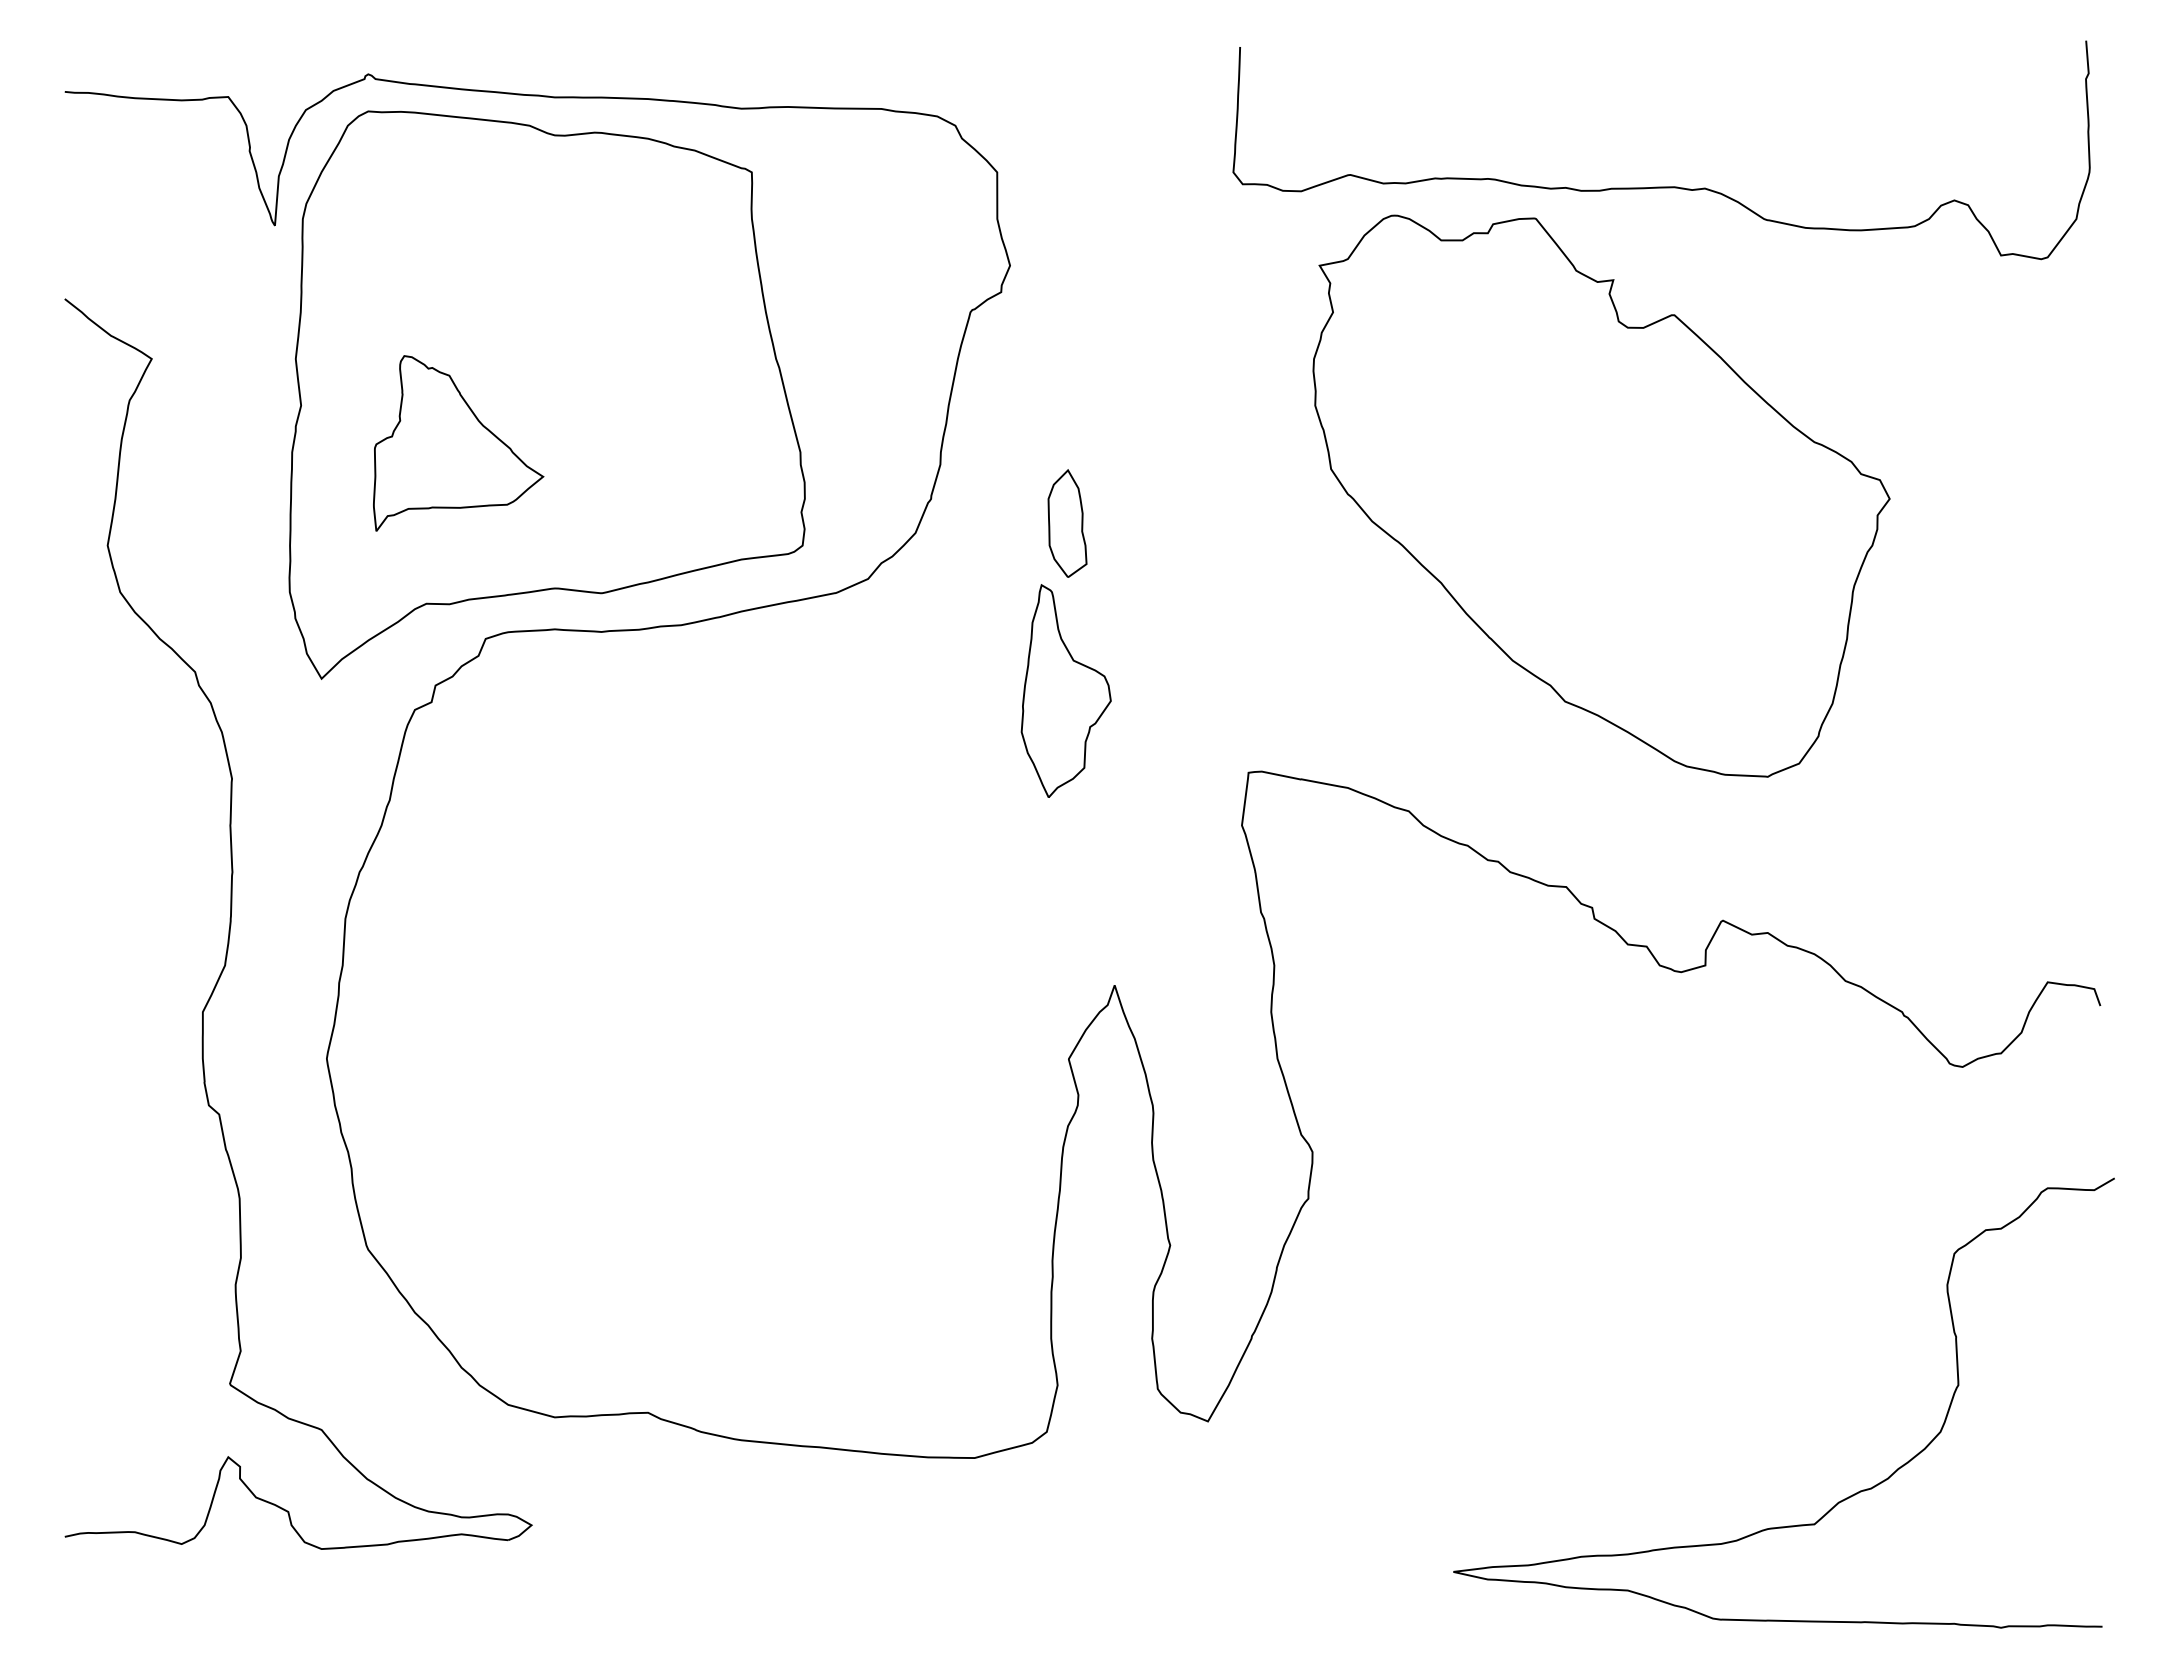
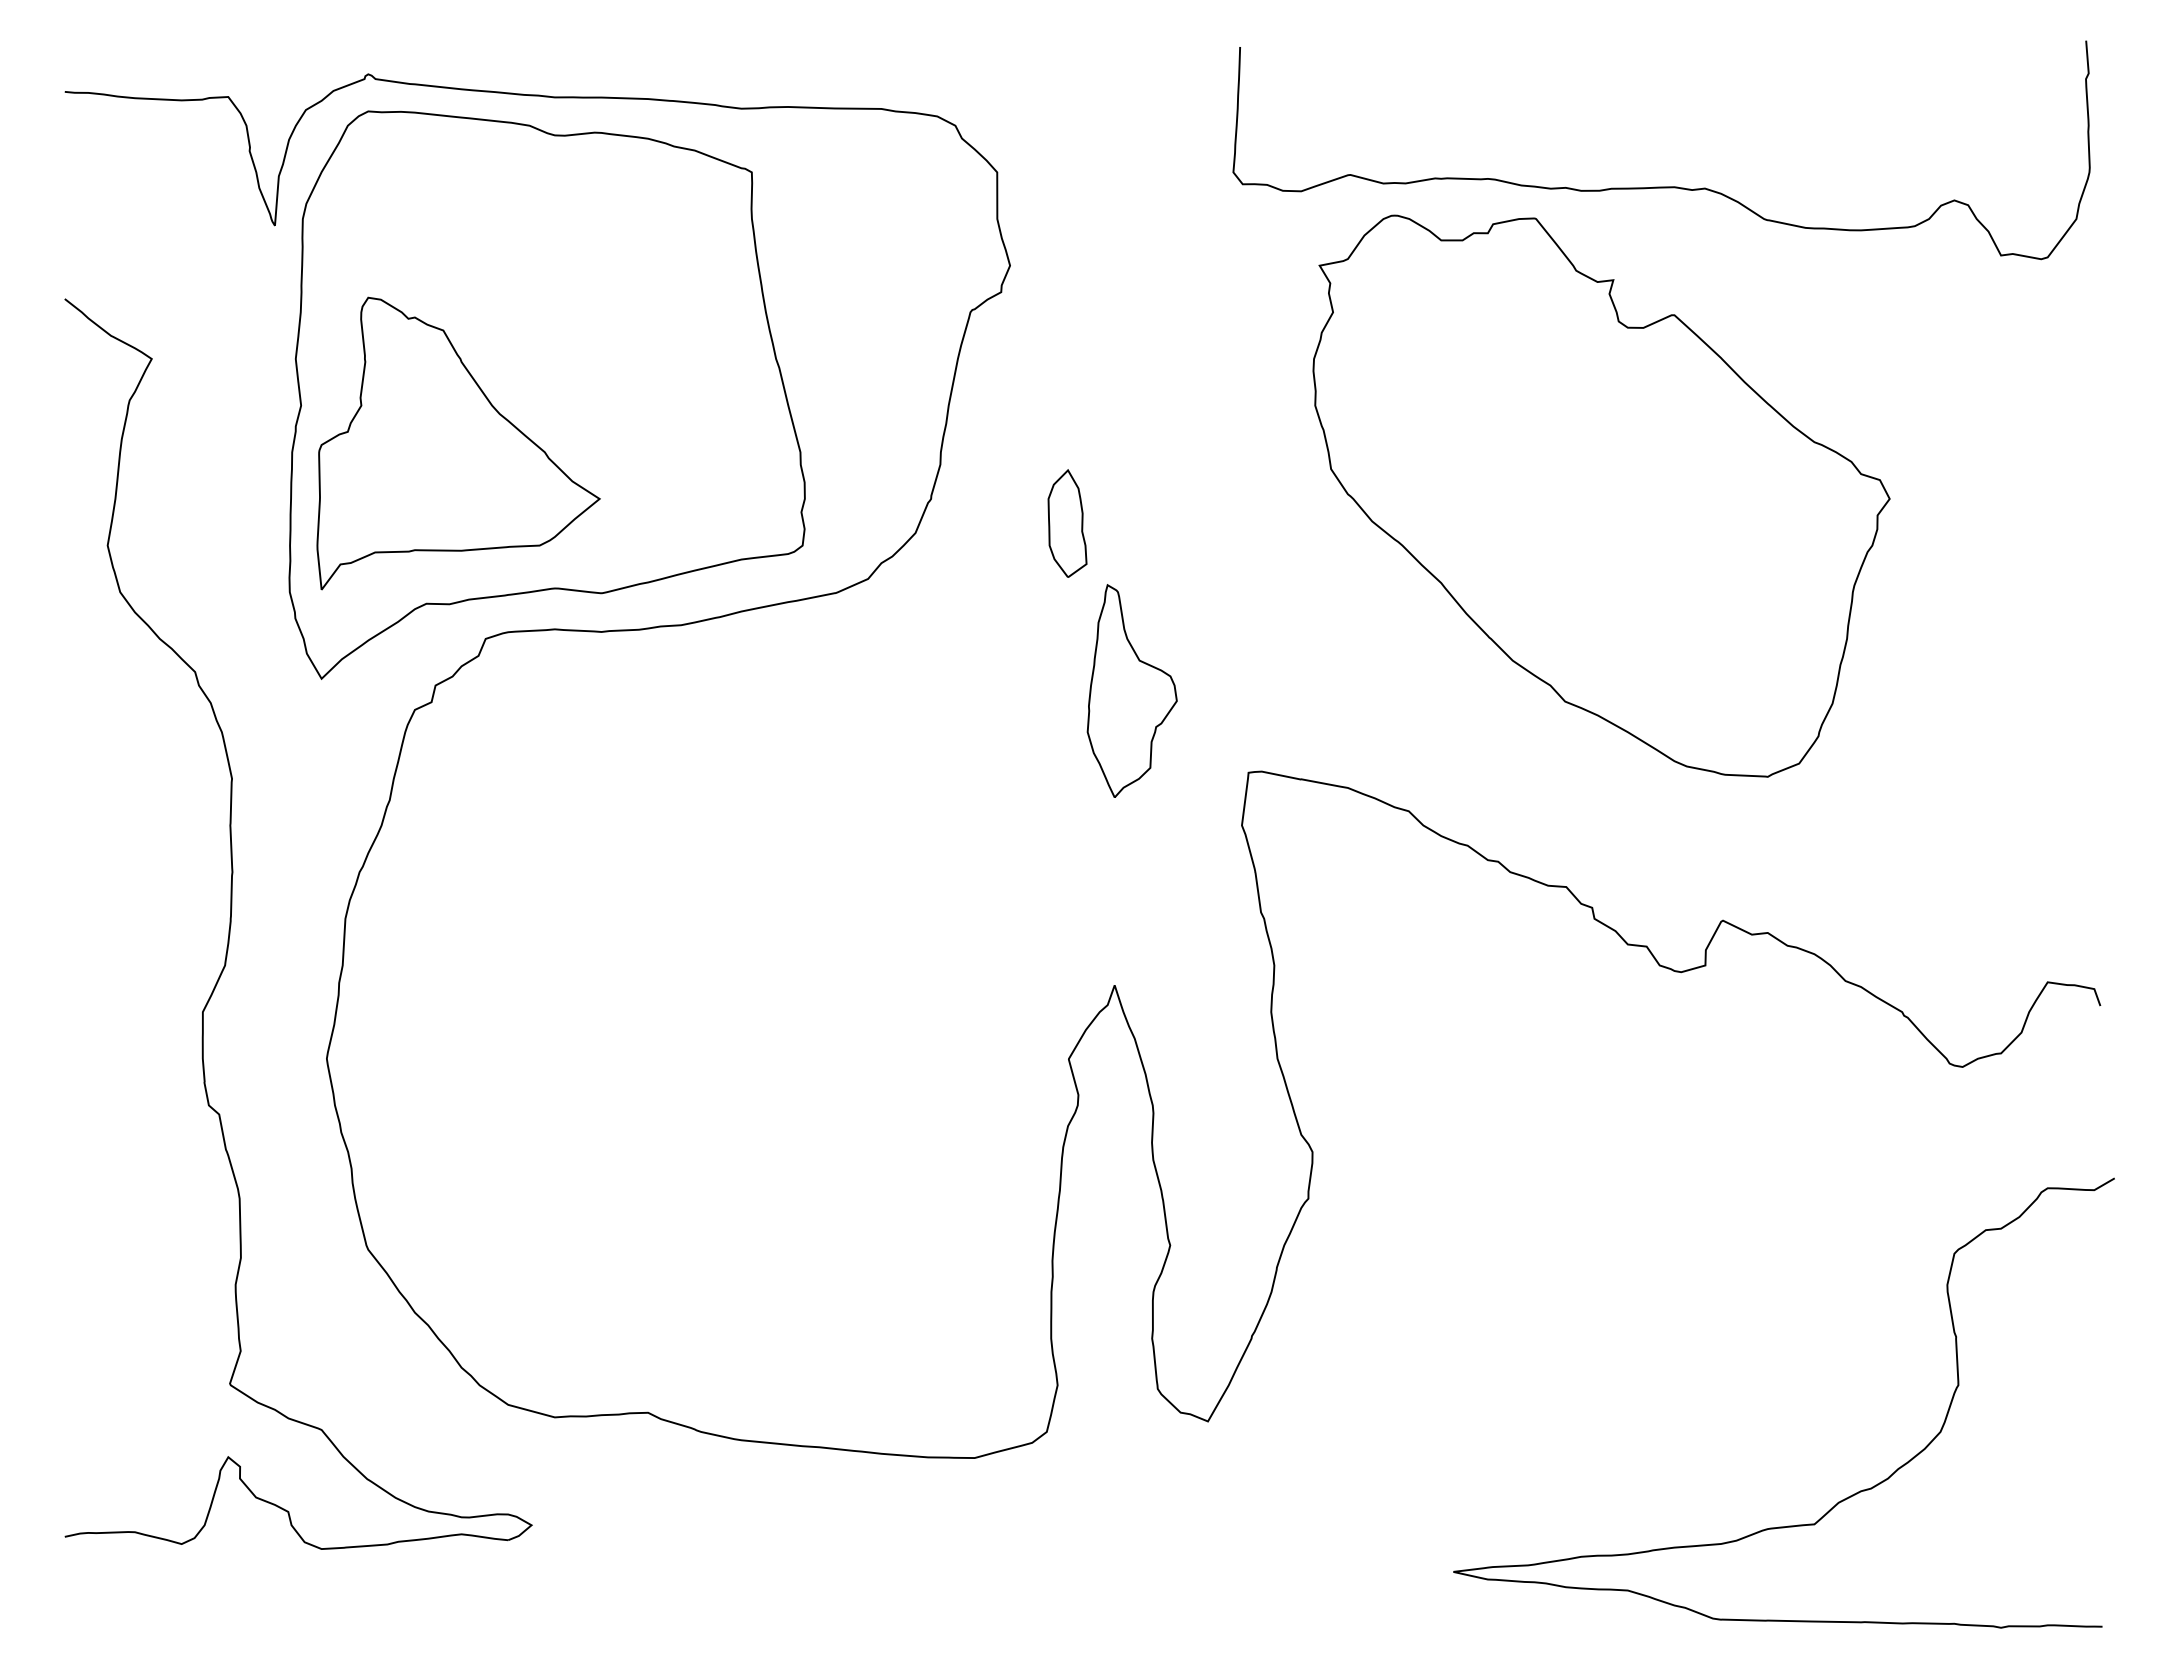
part at (458, 443) size: 172x177 px -> 285x295 px
part at (1065, 690) position: (1065, 690) -> (1131, 690)
